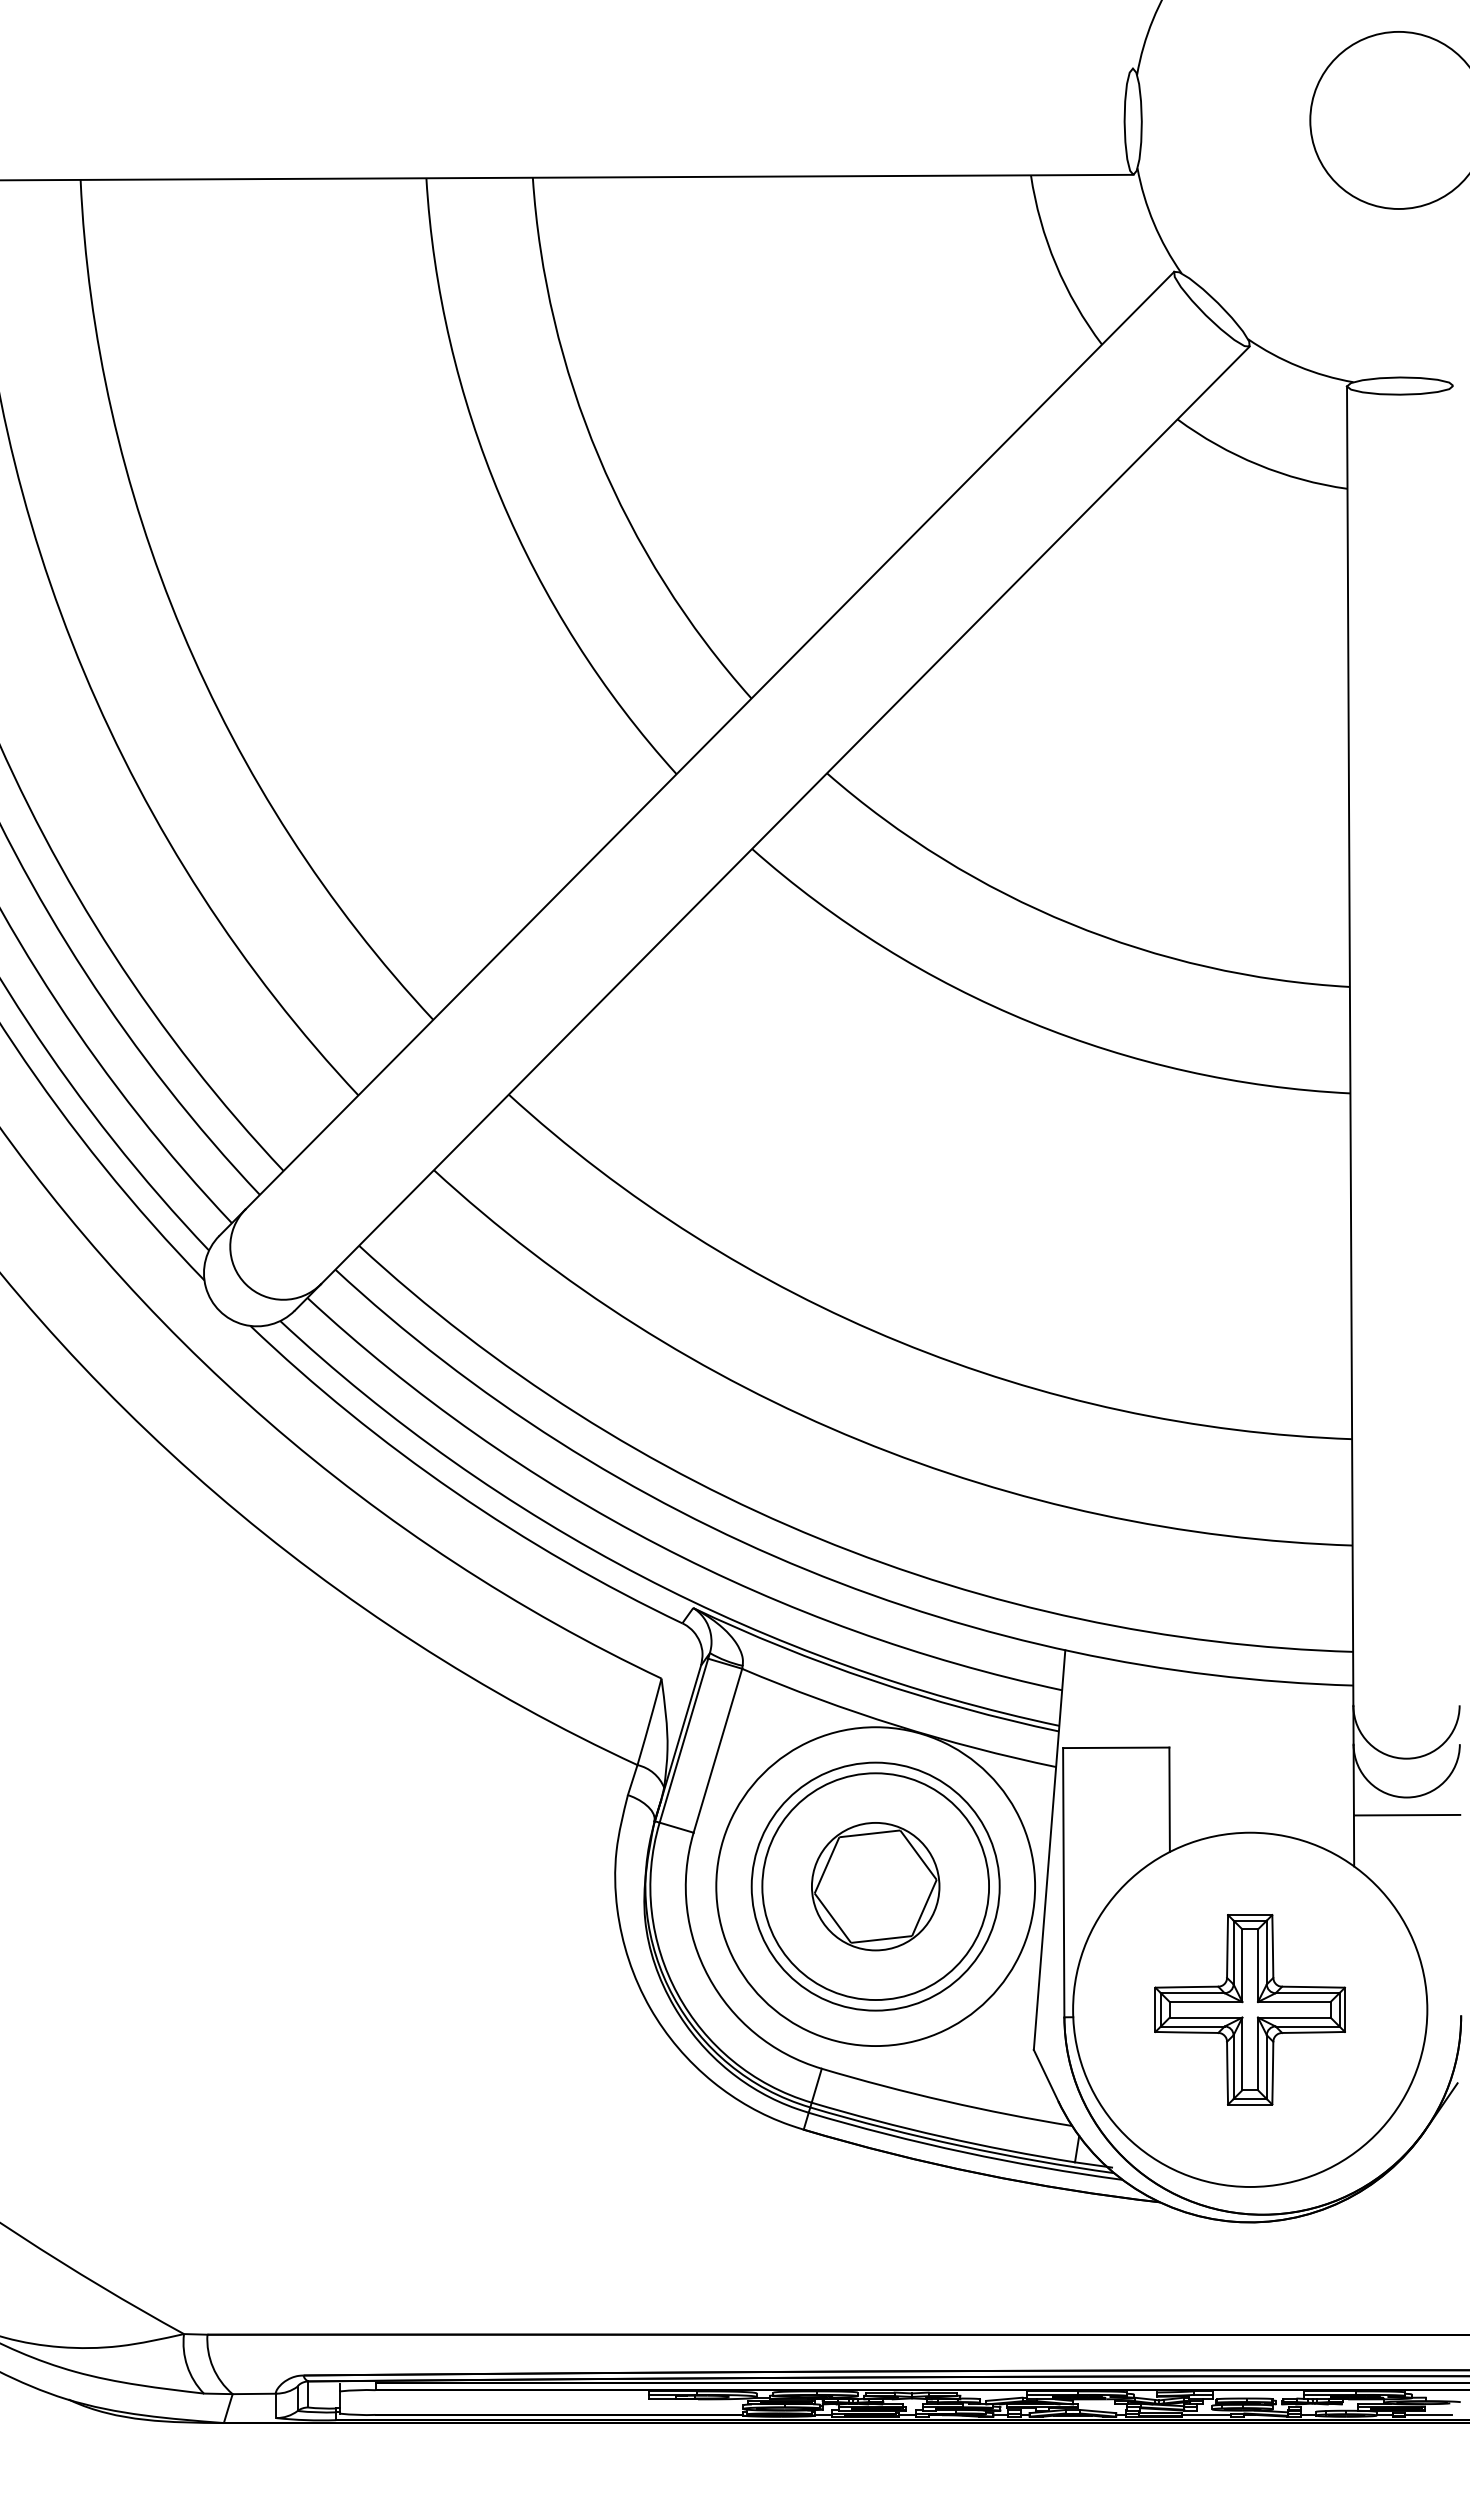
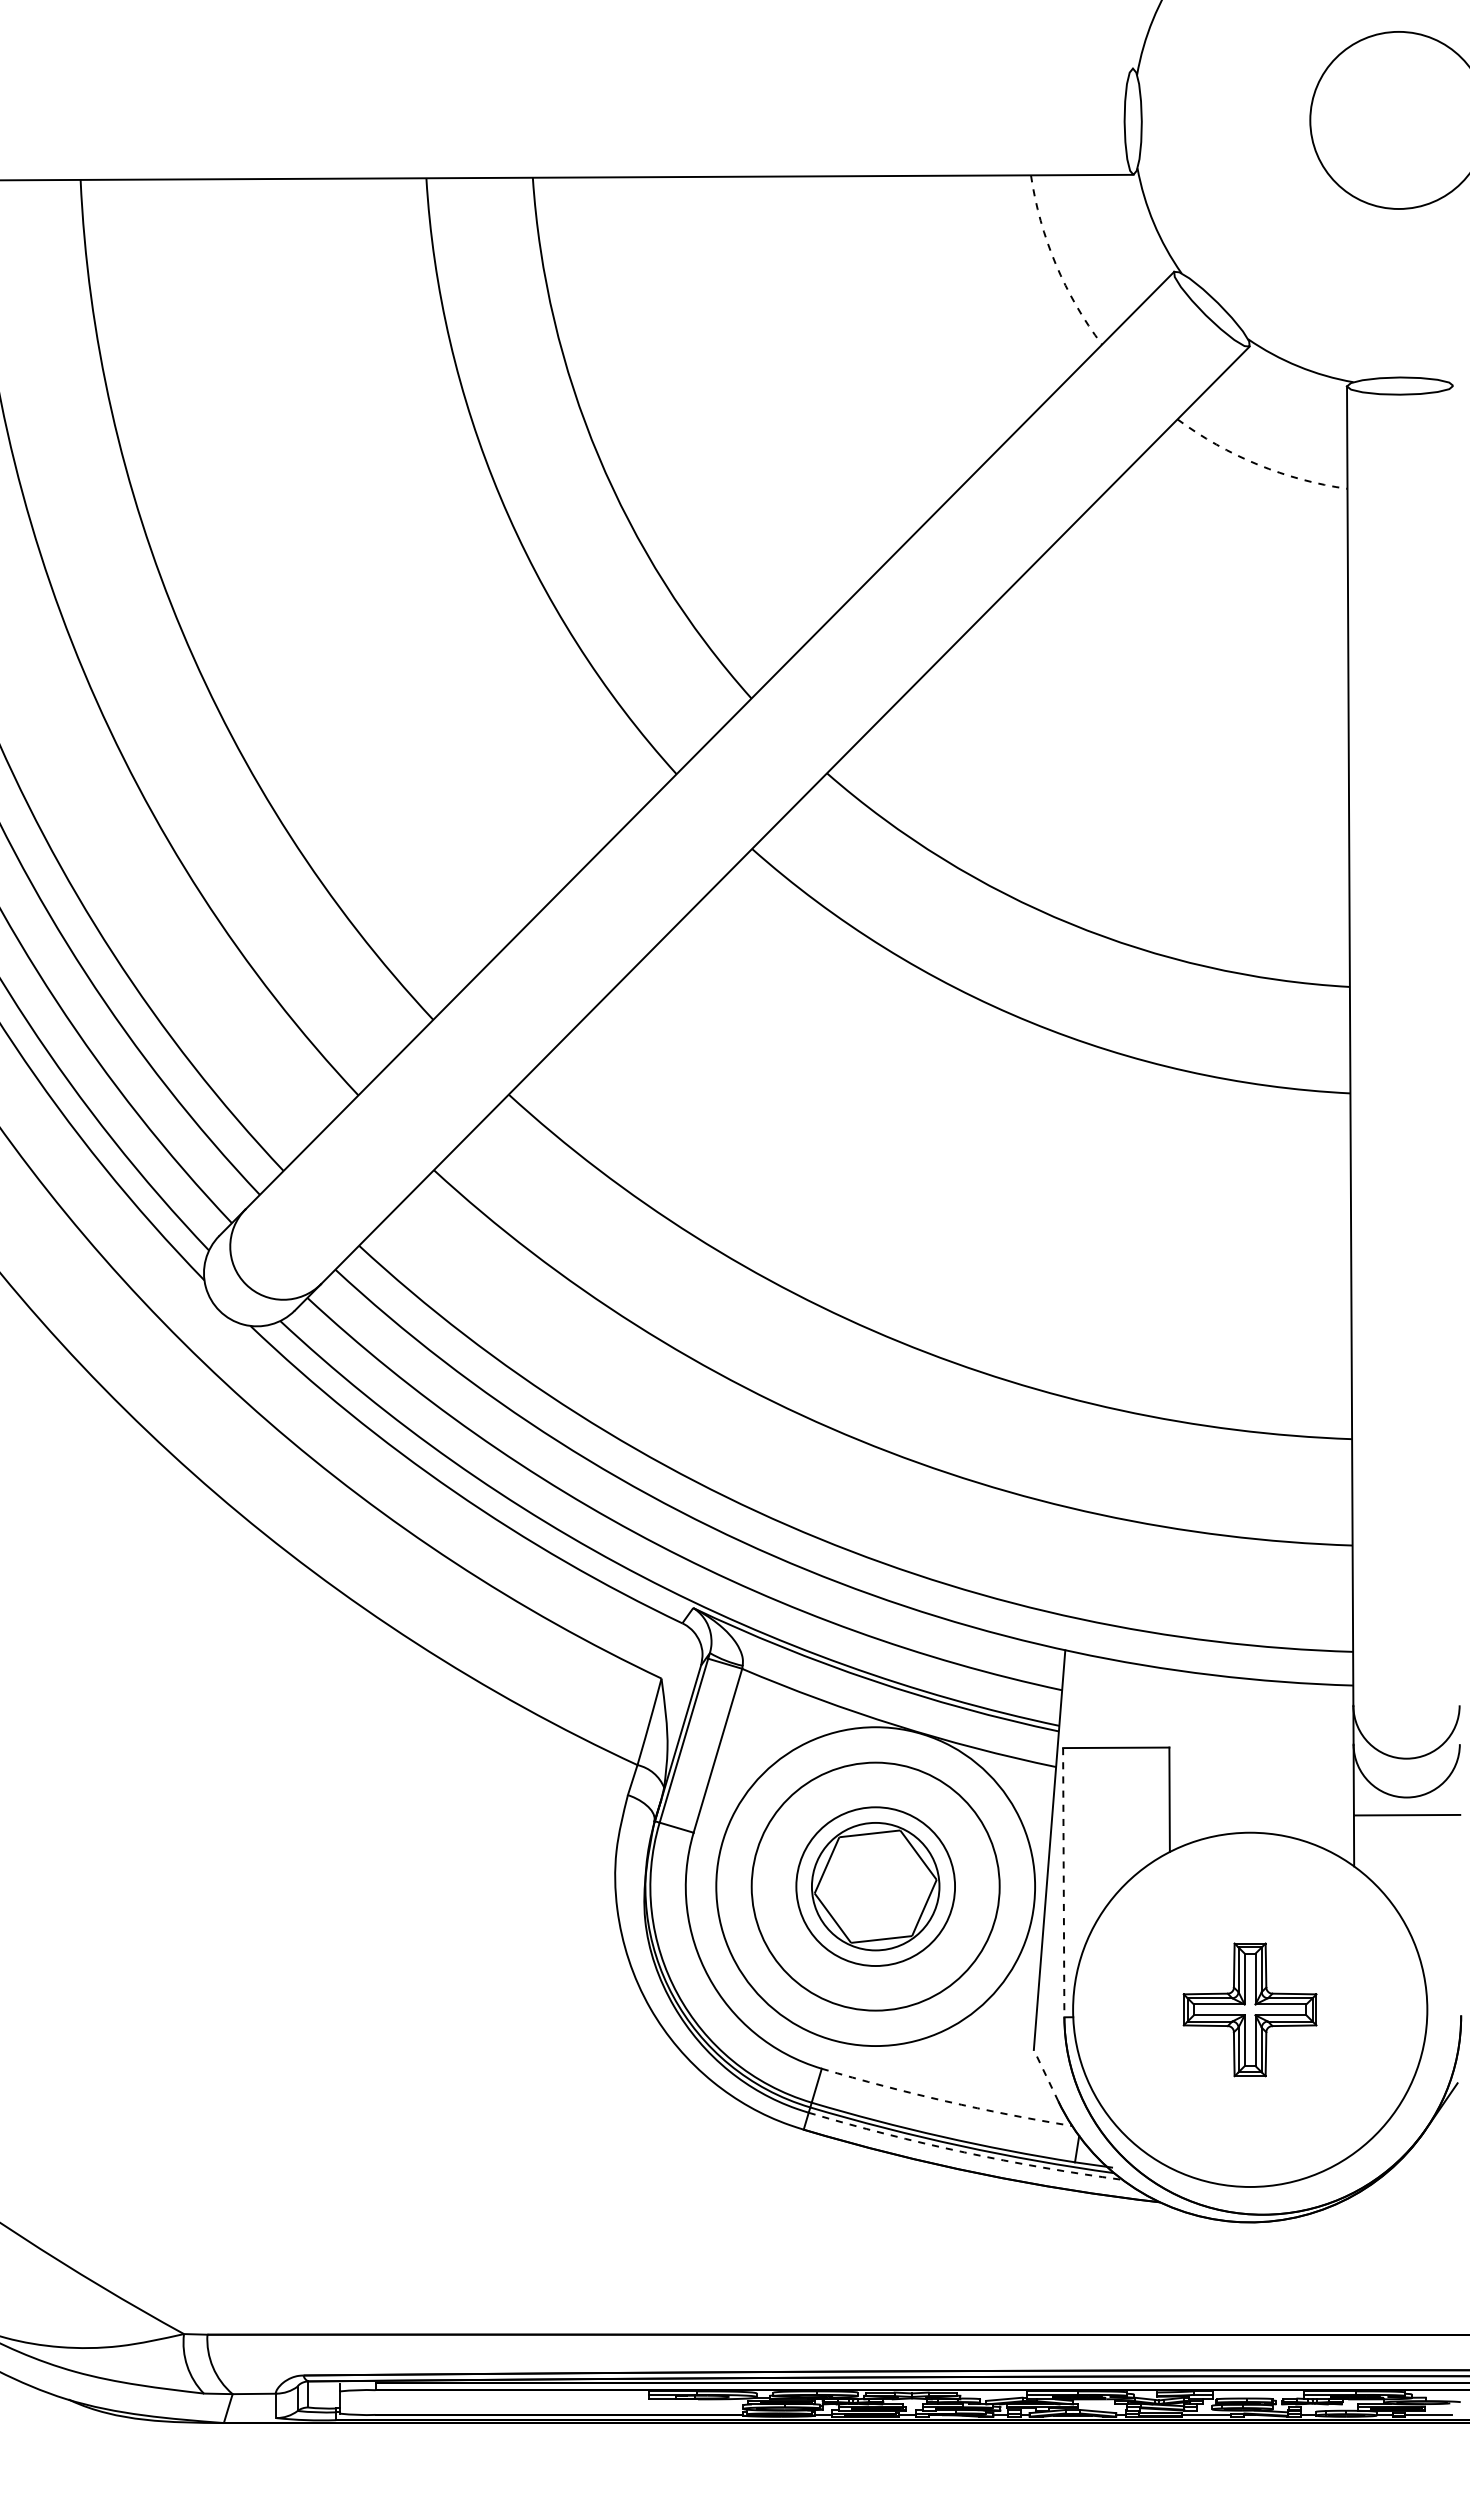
arc at (1055, 264): solid -> dashed
arc at (1258, 464): solid -> dashed
line at (1063, 1882): solid -> dashed
circle at (875, 1886) diameter: 227 px -> 159 px
part at (1249, 2009) size: 192x192 px -> 136x136 px
line at (1045, 2075): solid -> dashed
arc at (946, 2101): solid -> dashed
arc at (964, 2152): solid -> dashed
